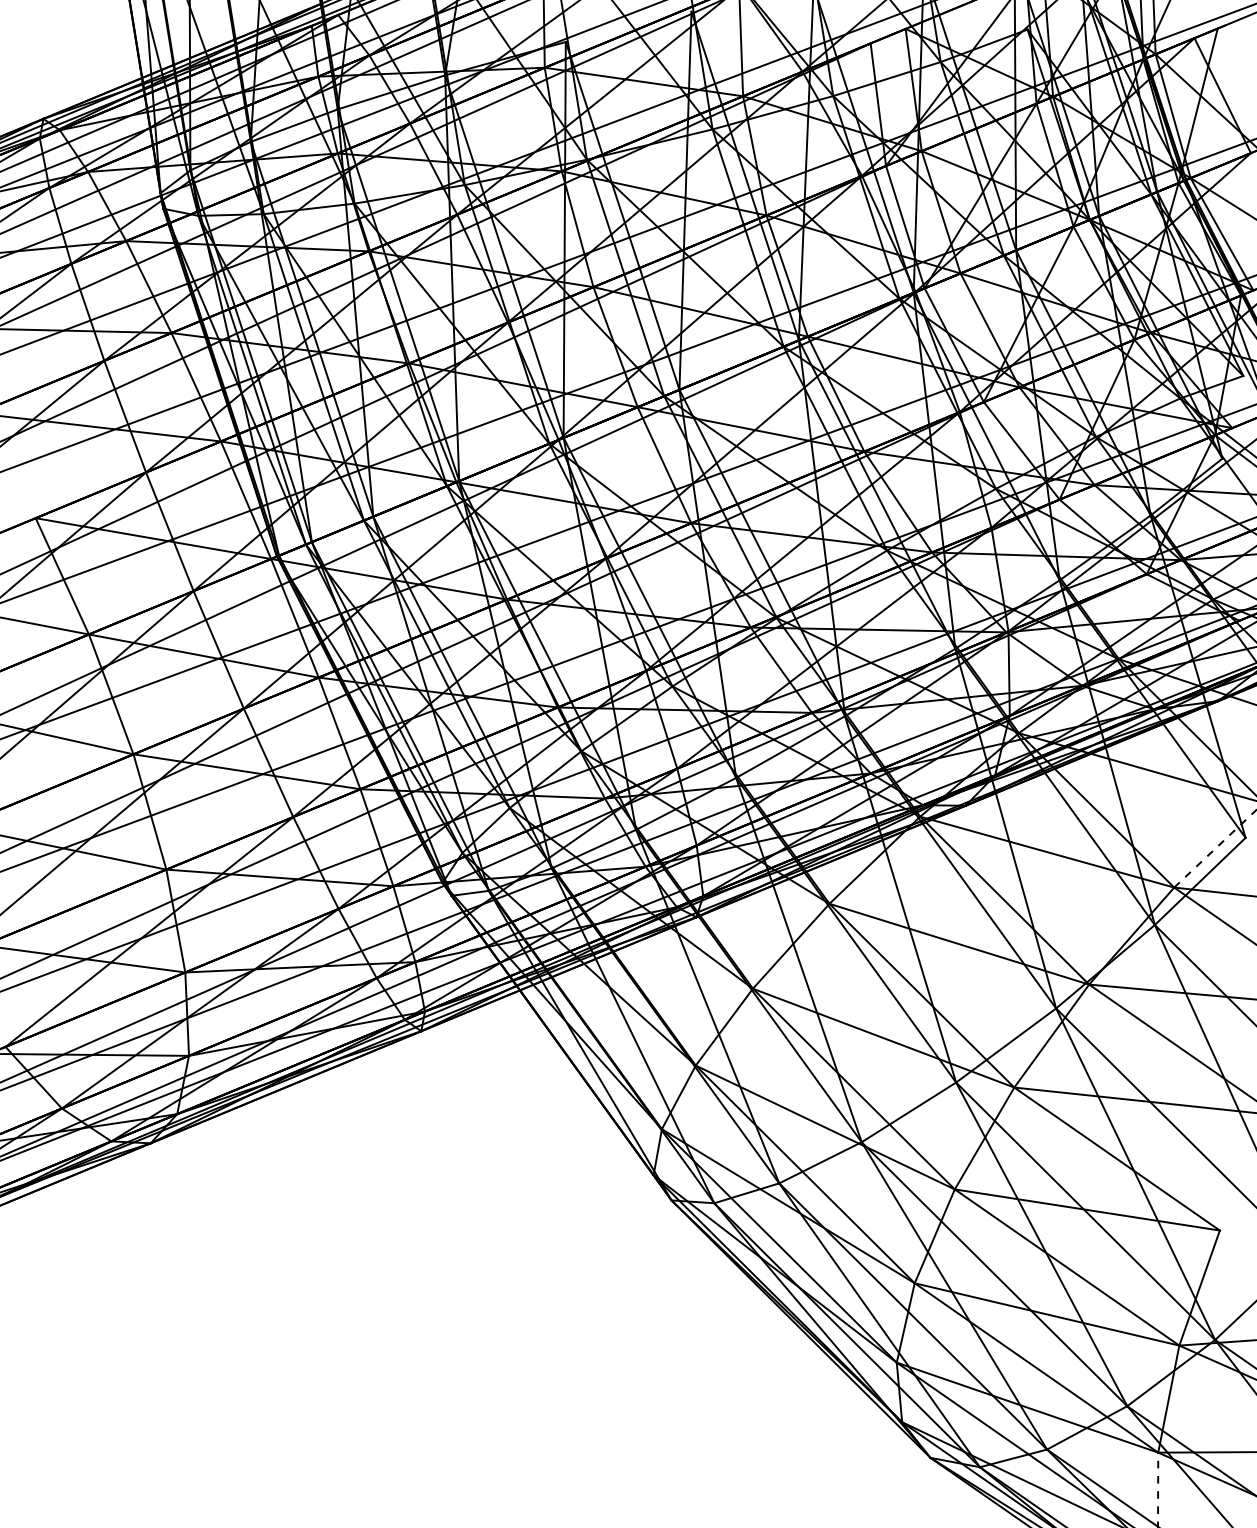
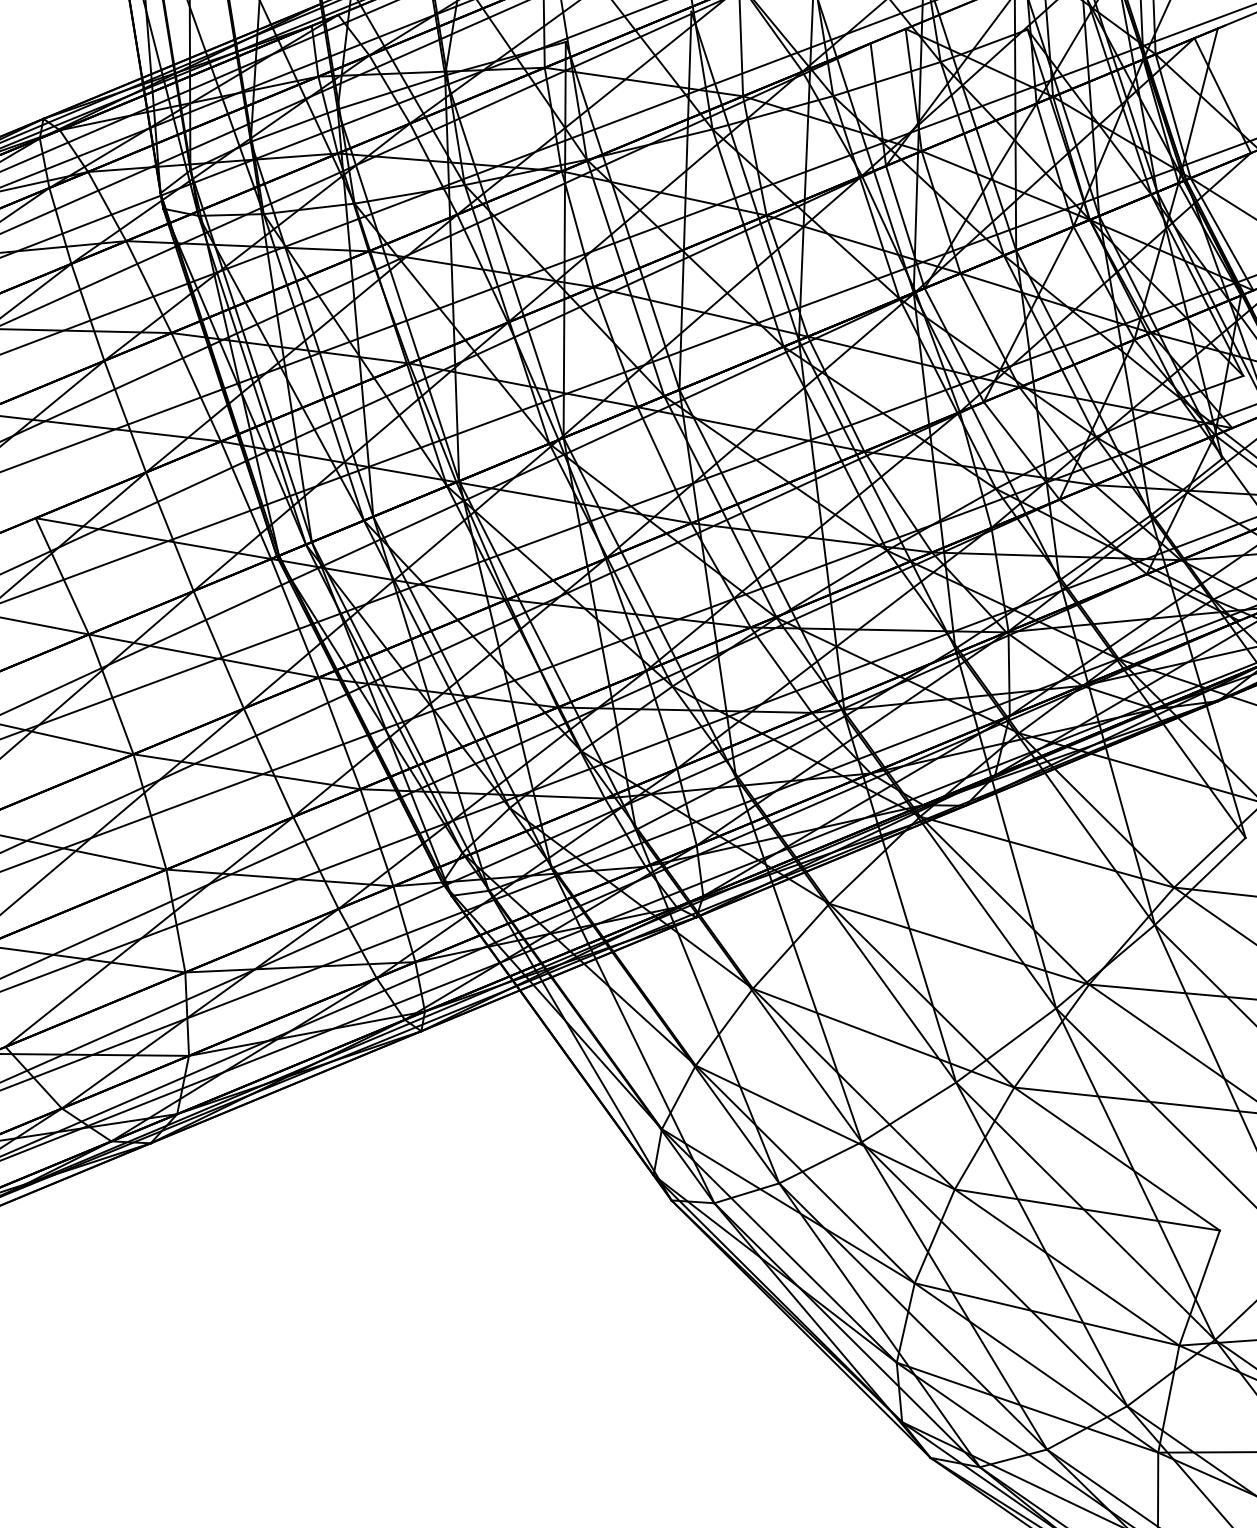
line at (1215, 848): dashed -> solid
line at (1158, 1489): dashed -> solid
